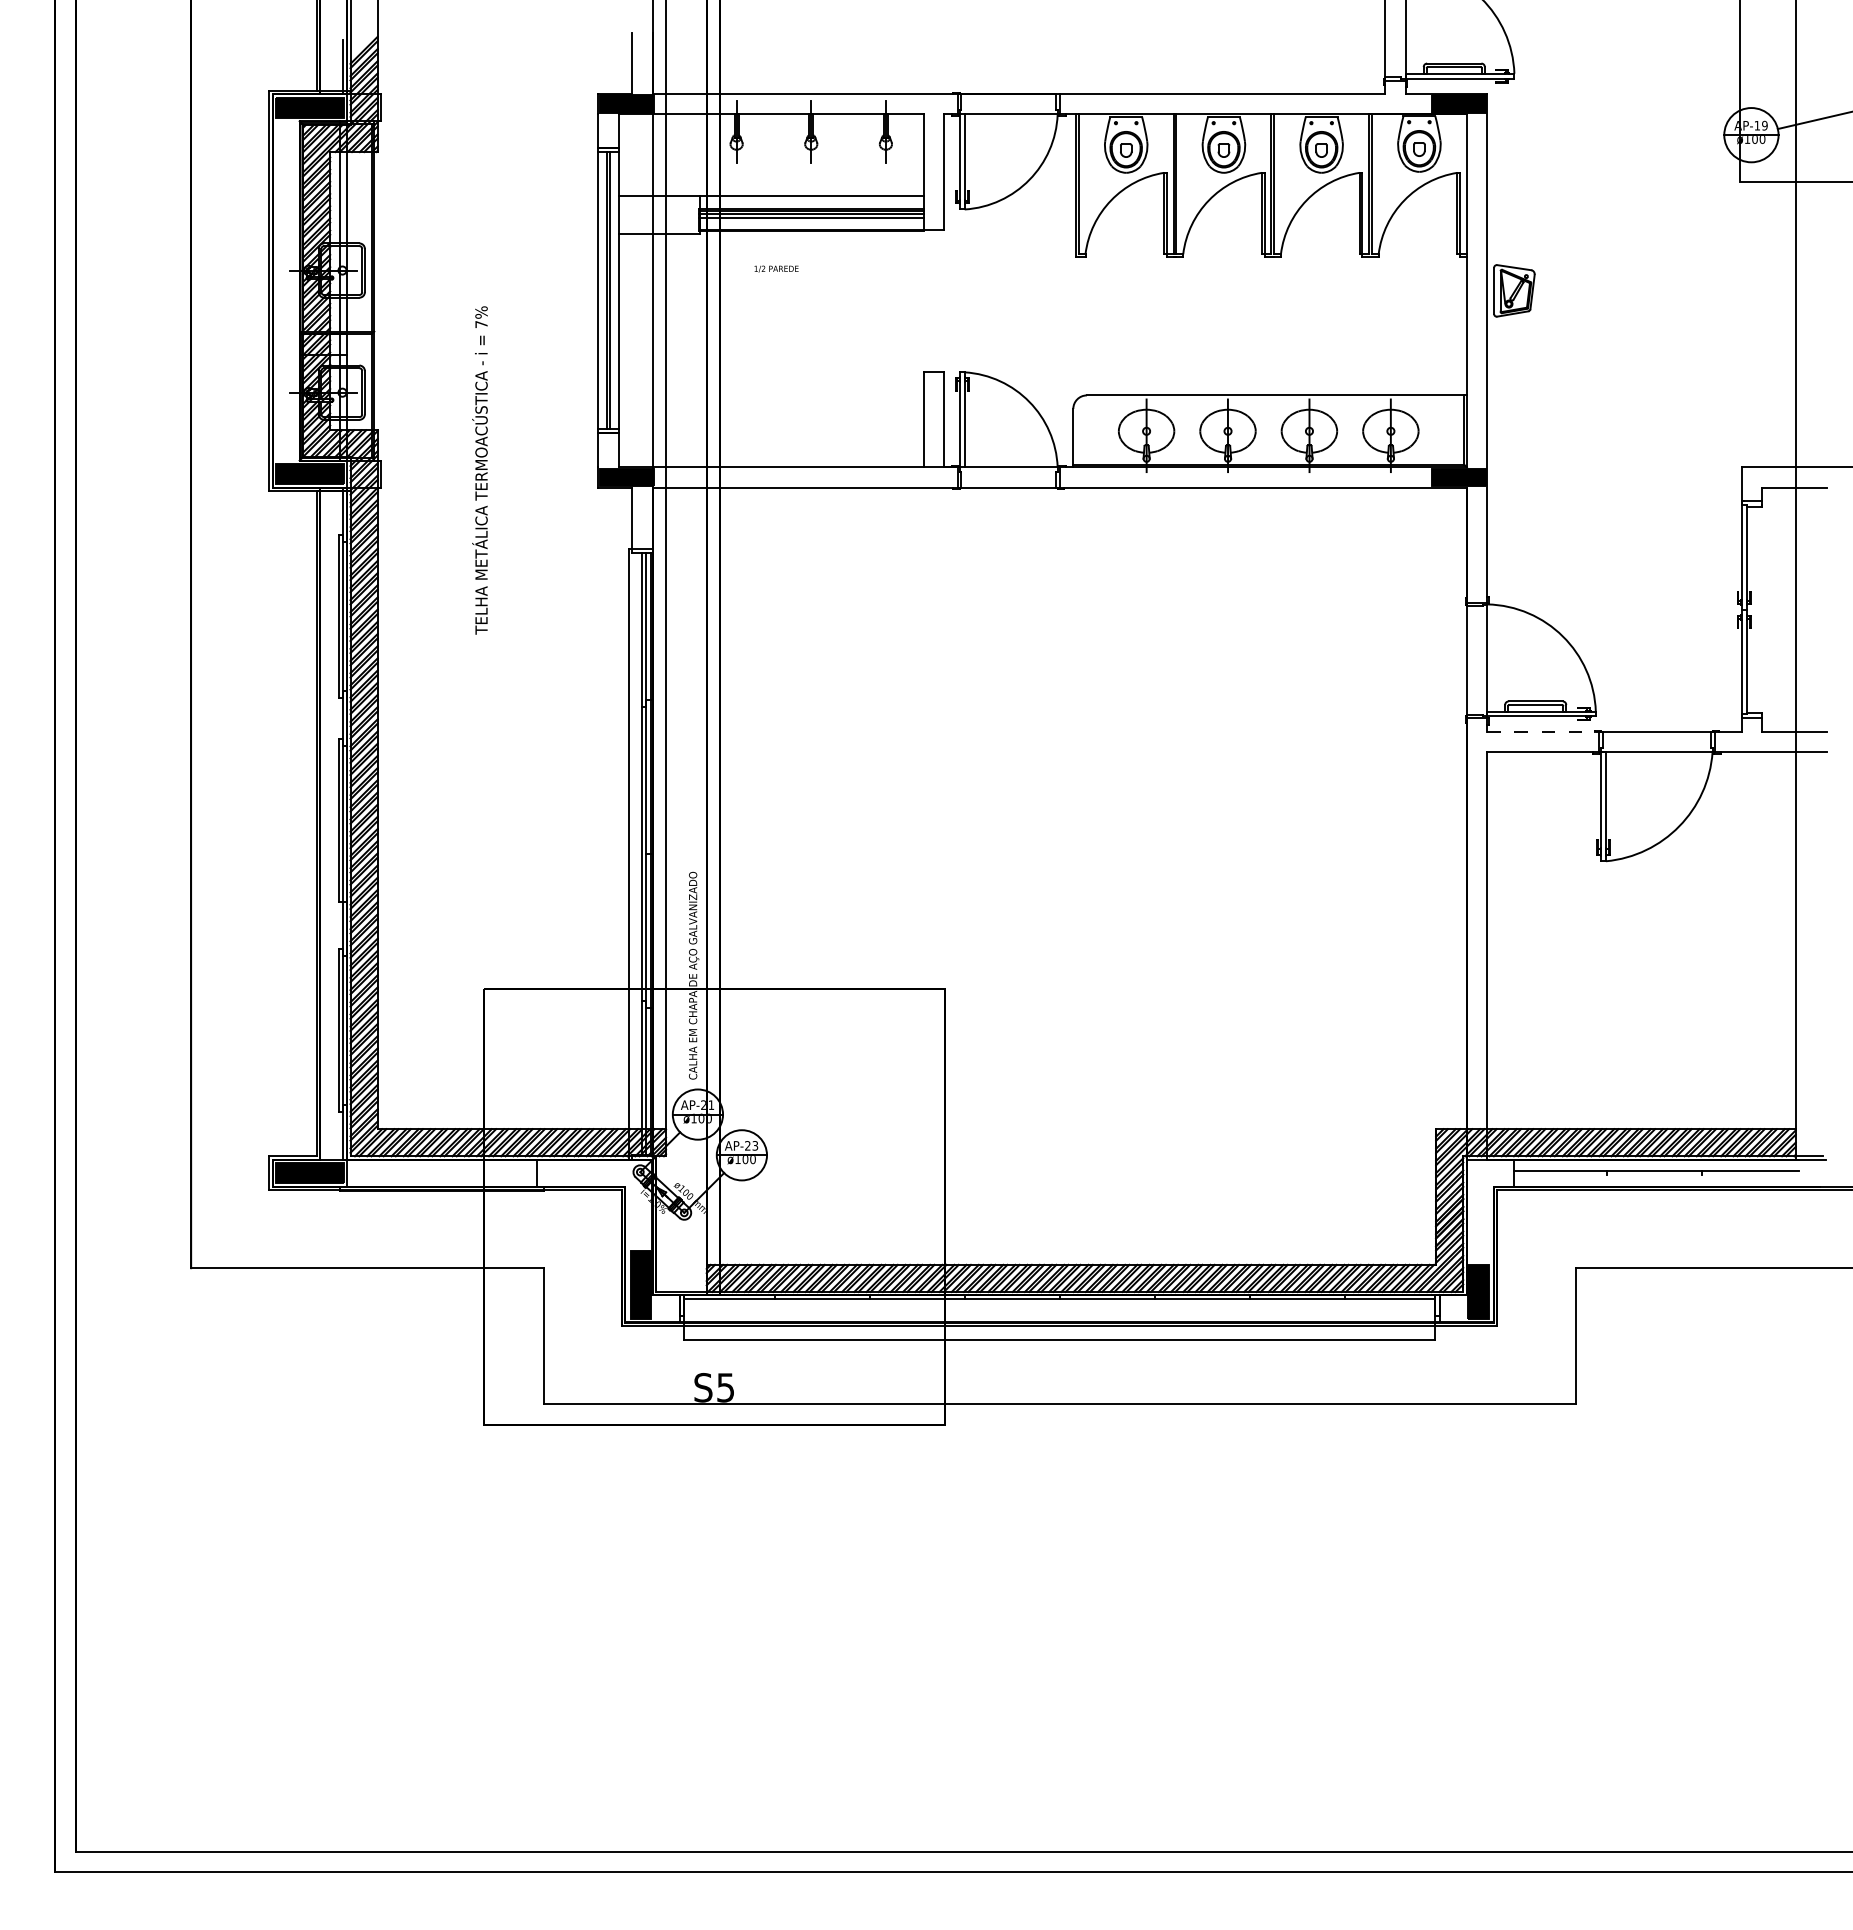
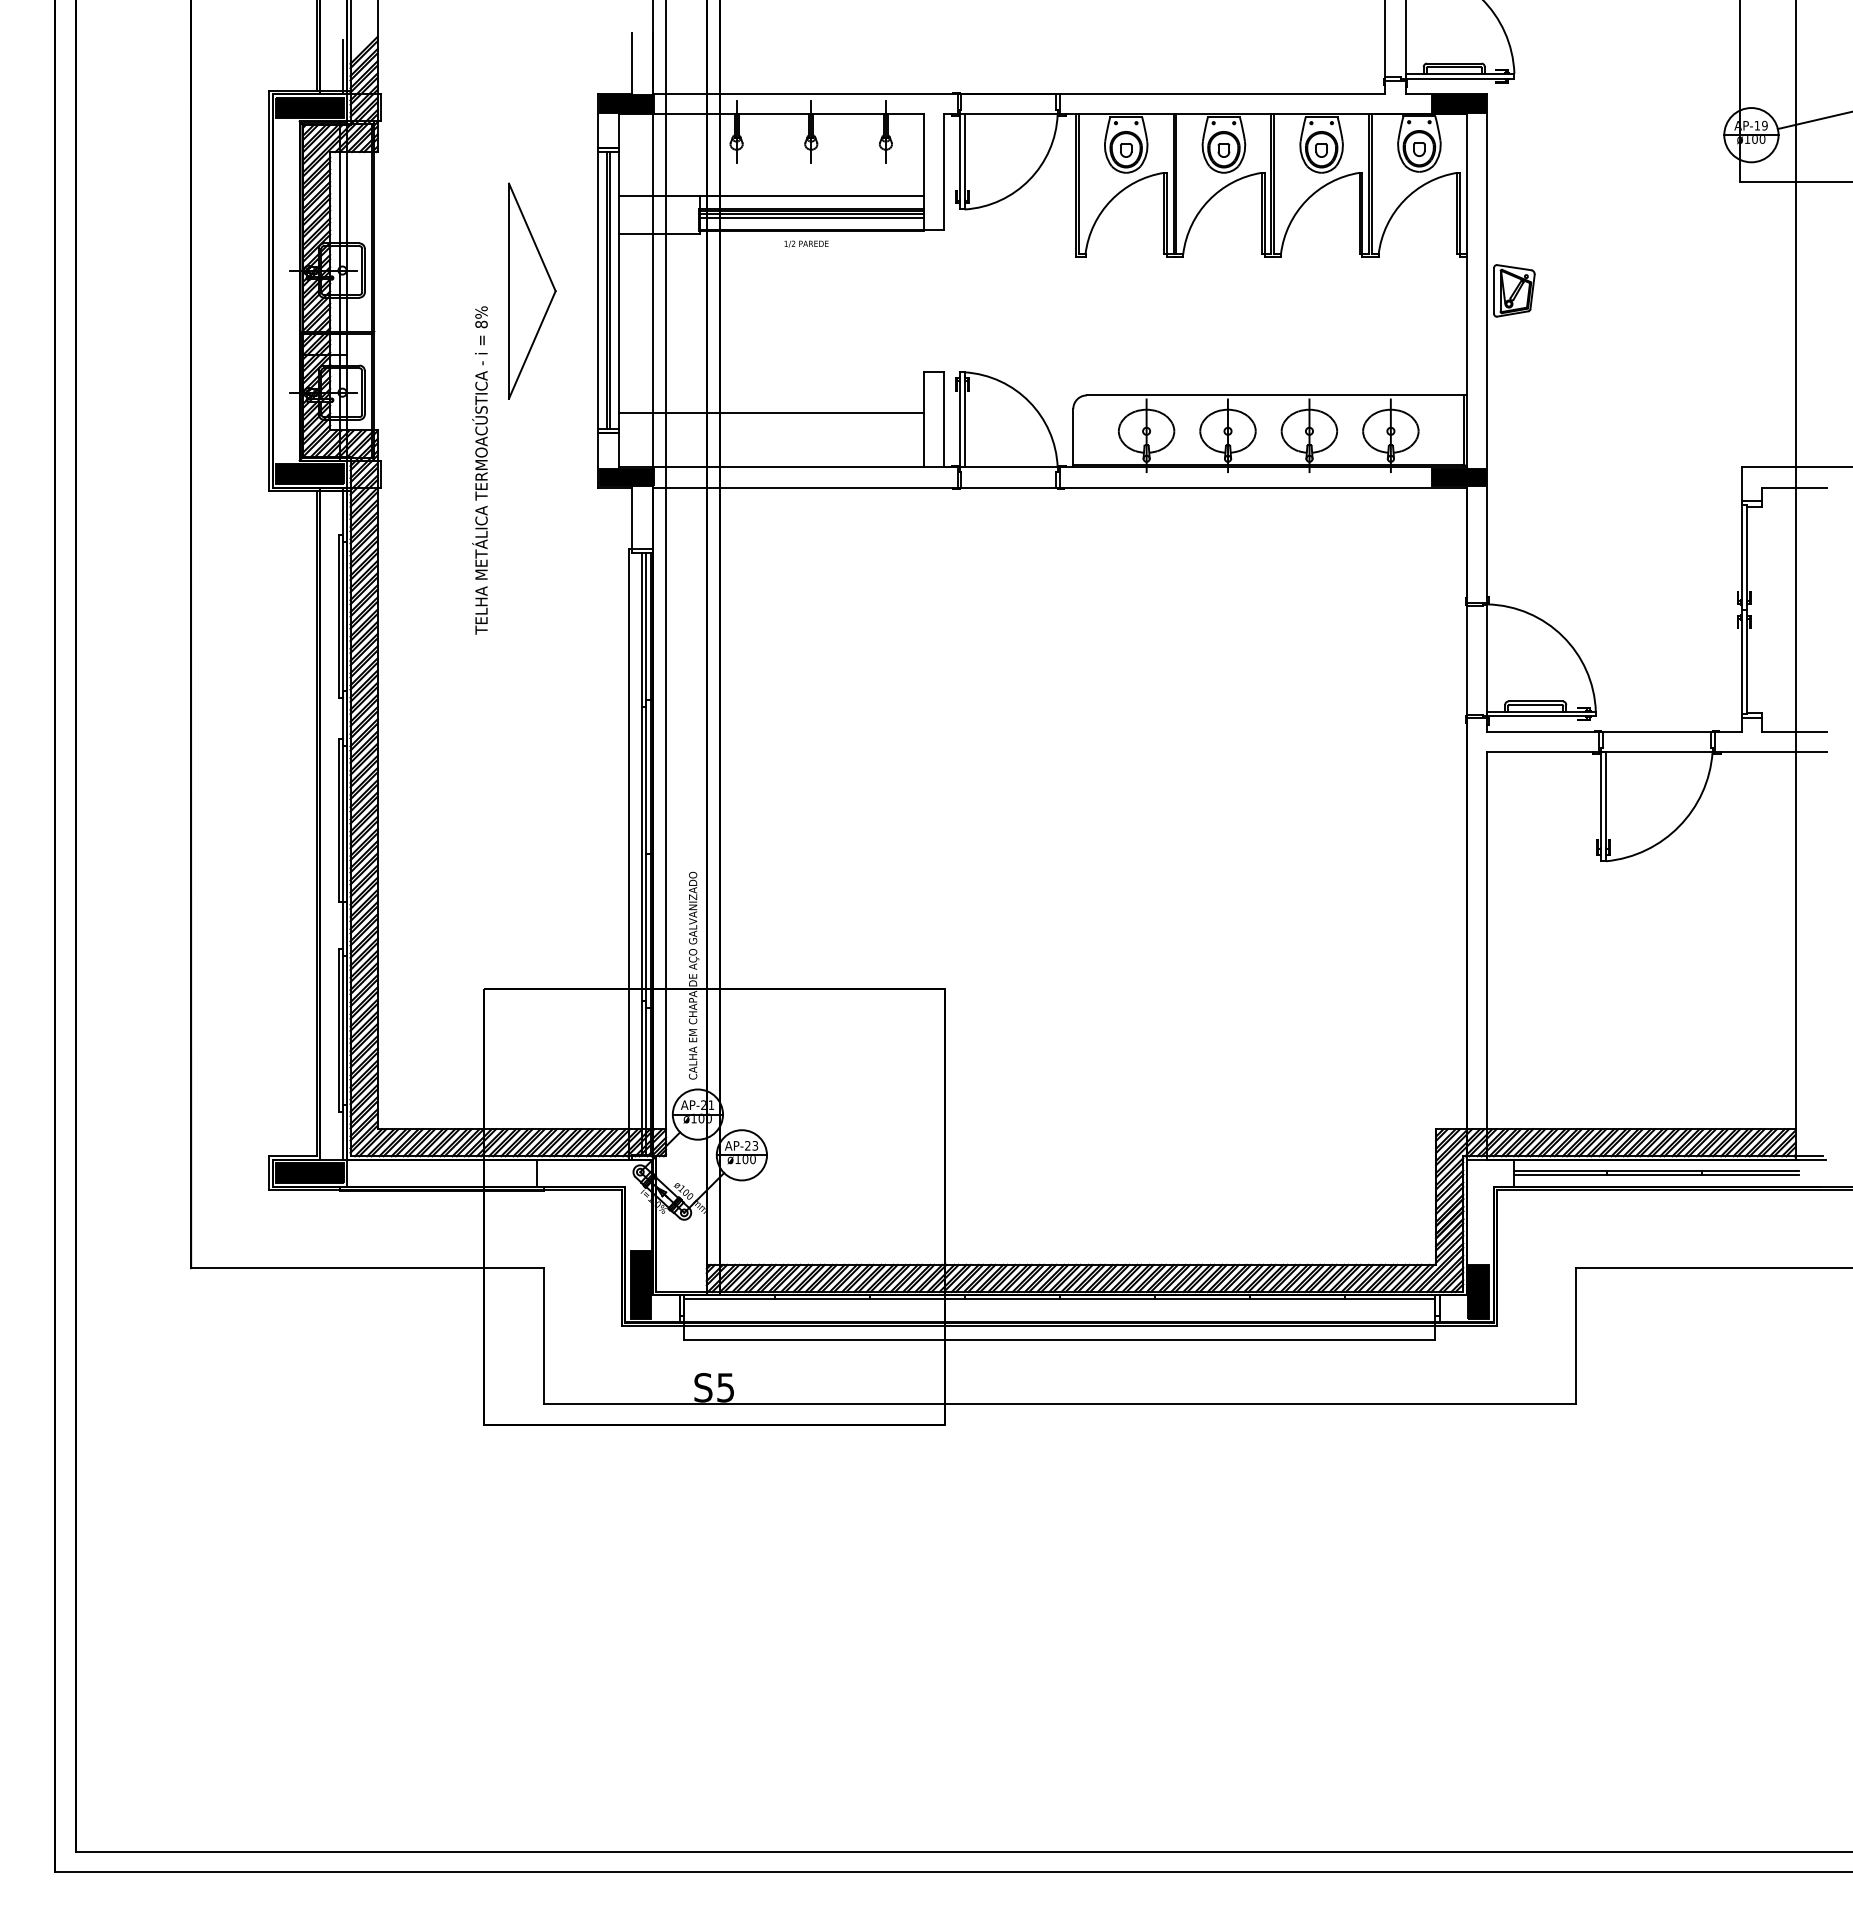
text at (776, 268) position: (776, 268) -> (806, 243)
part at (532, 290): none -> present
text at (481, 324): 7% -> 8%
line at (771, 413): none -> present
line at (1543, 732): dashed -> solid
line at (1656, 1175): none -> present
